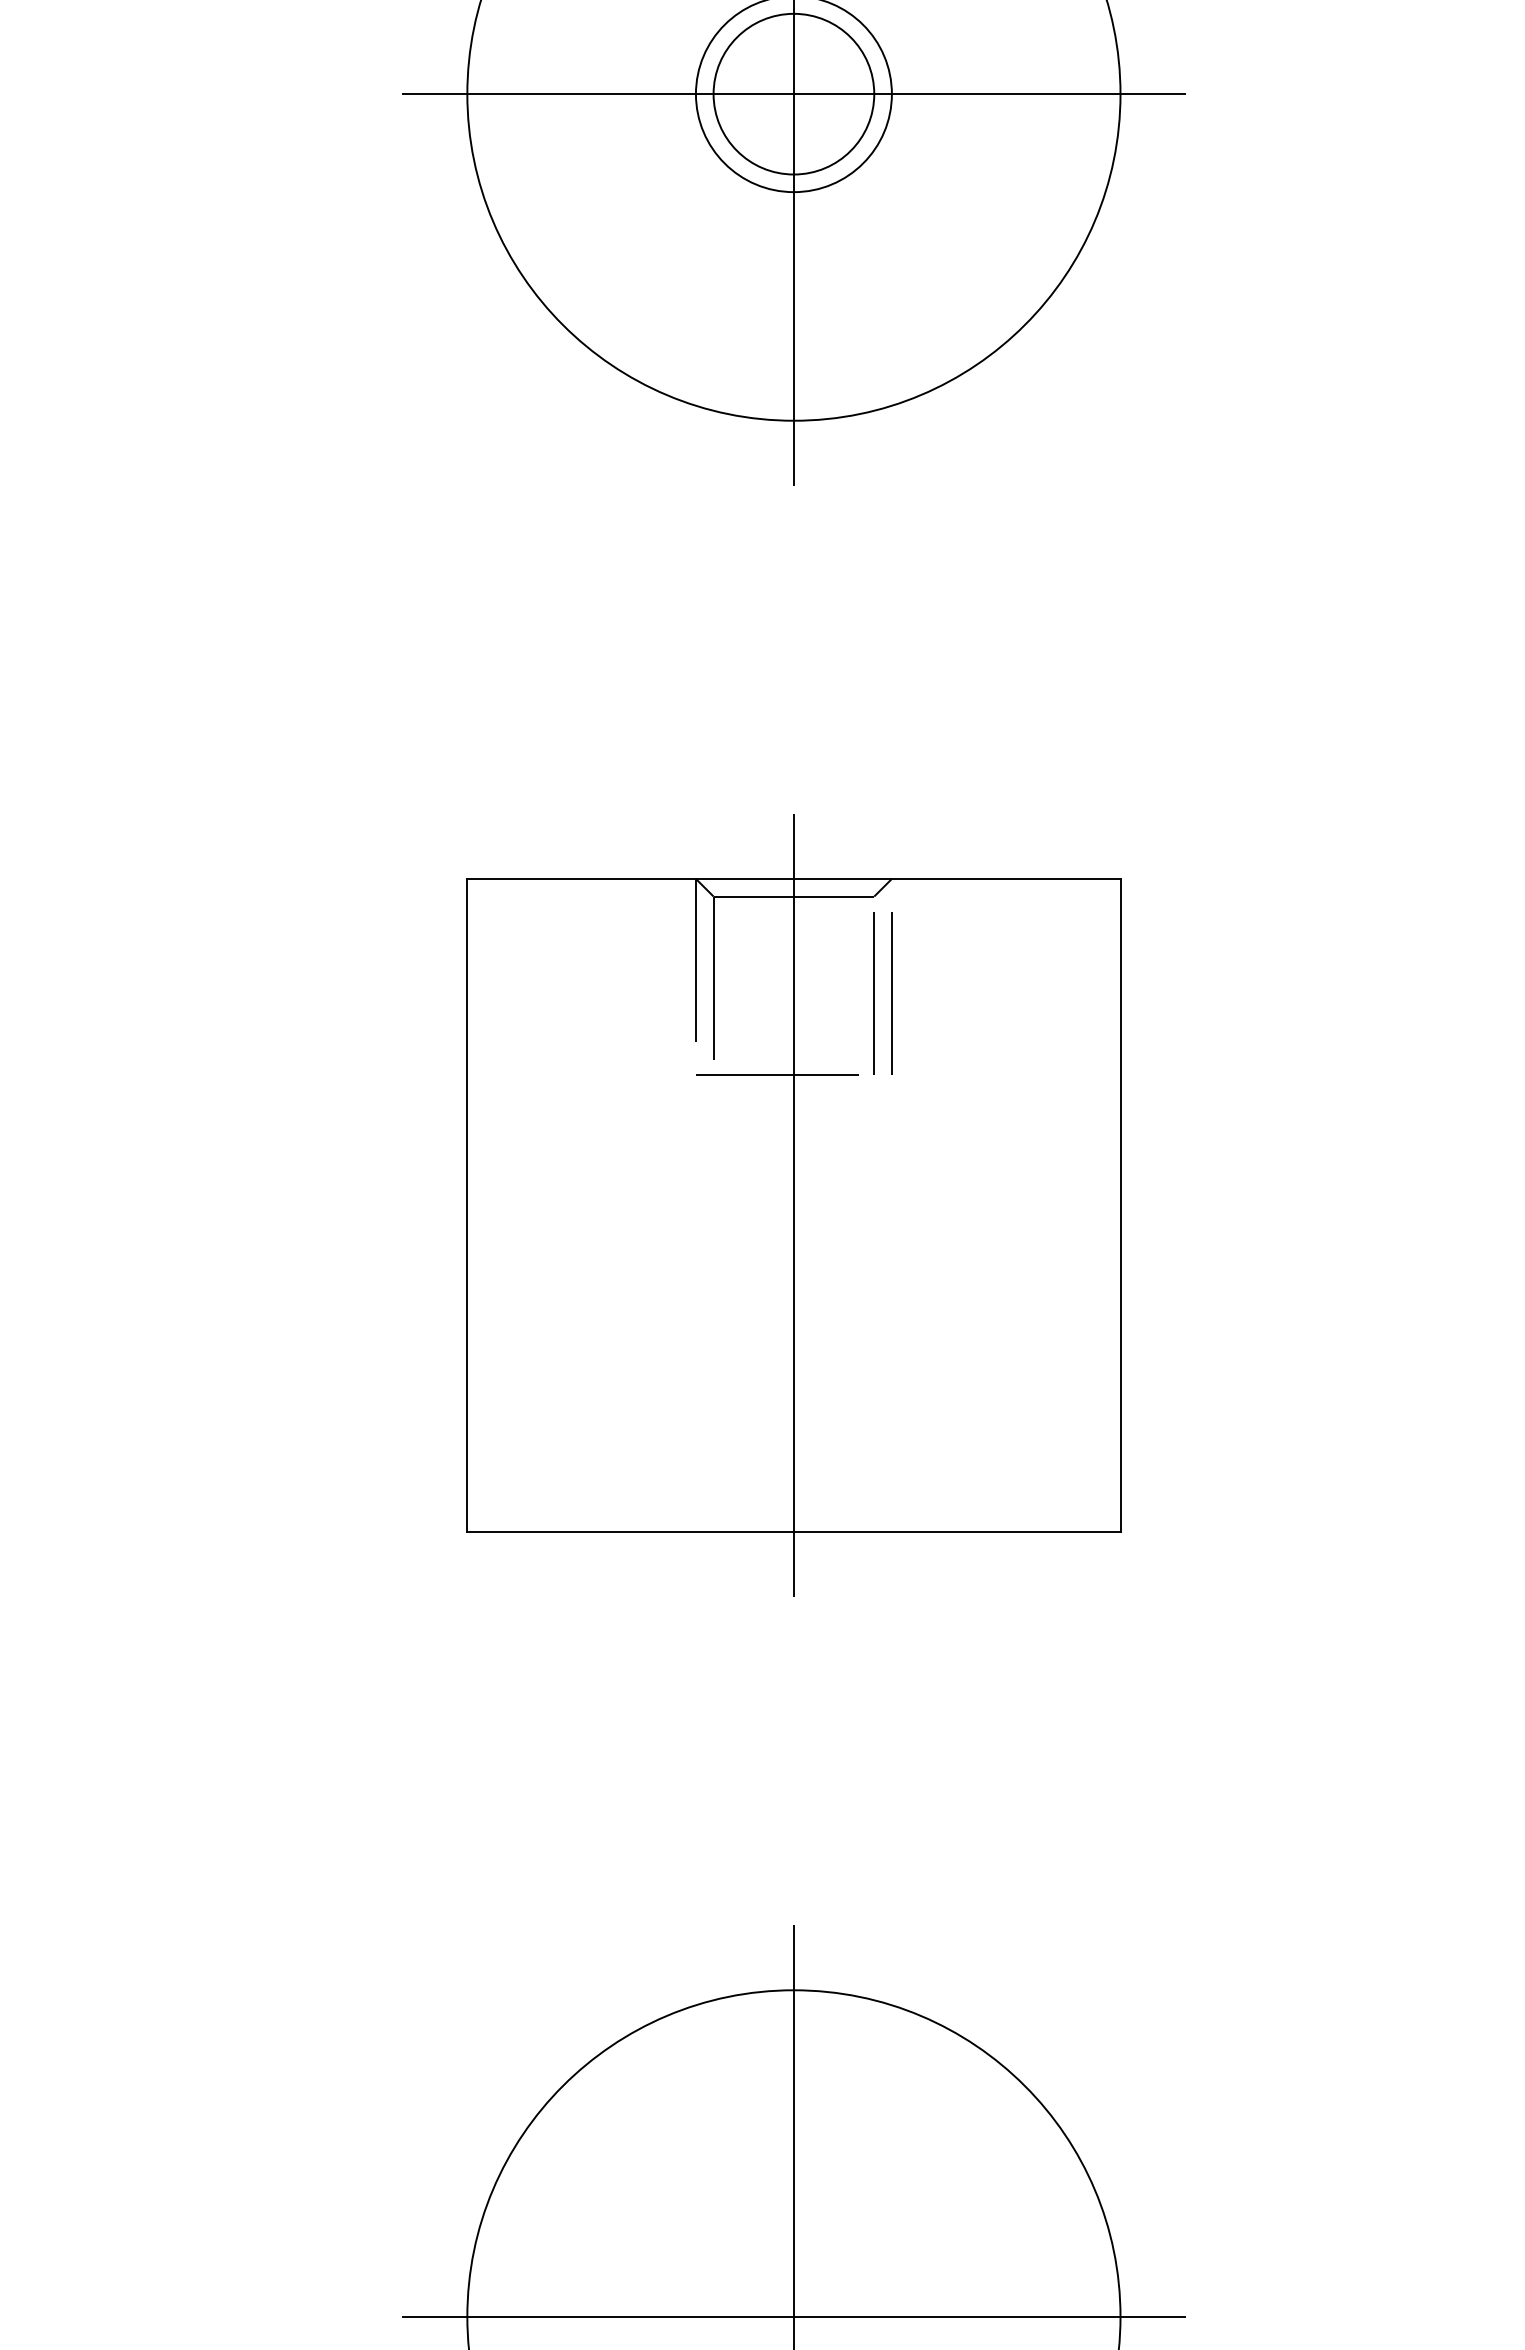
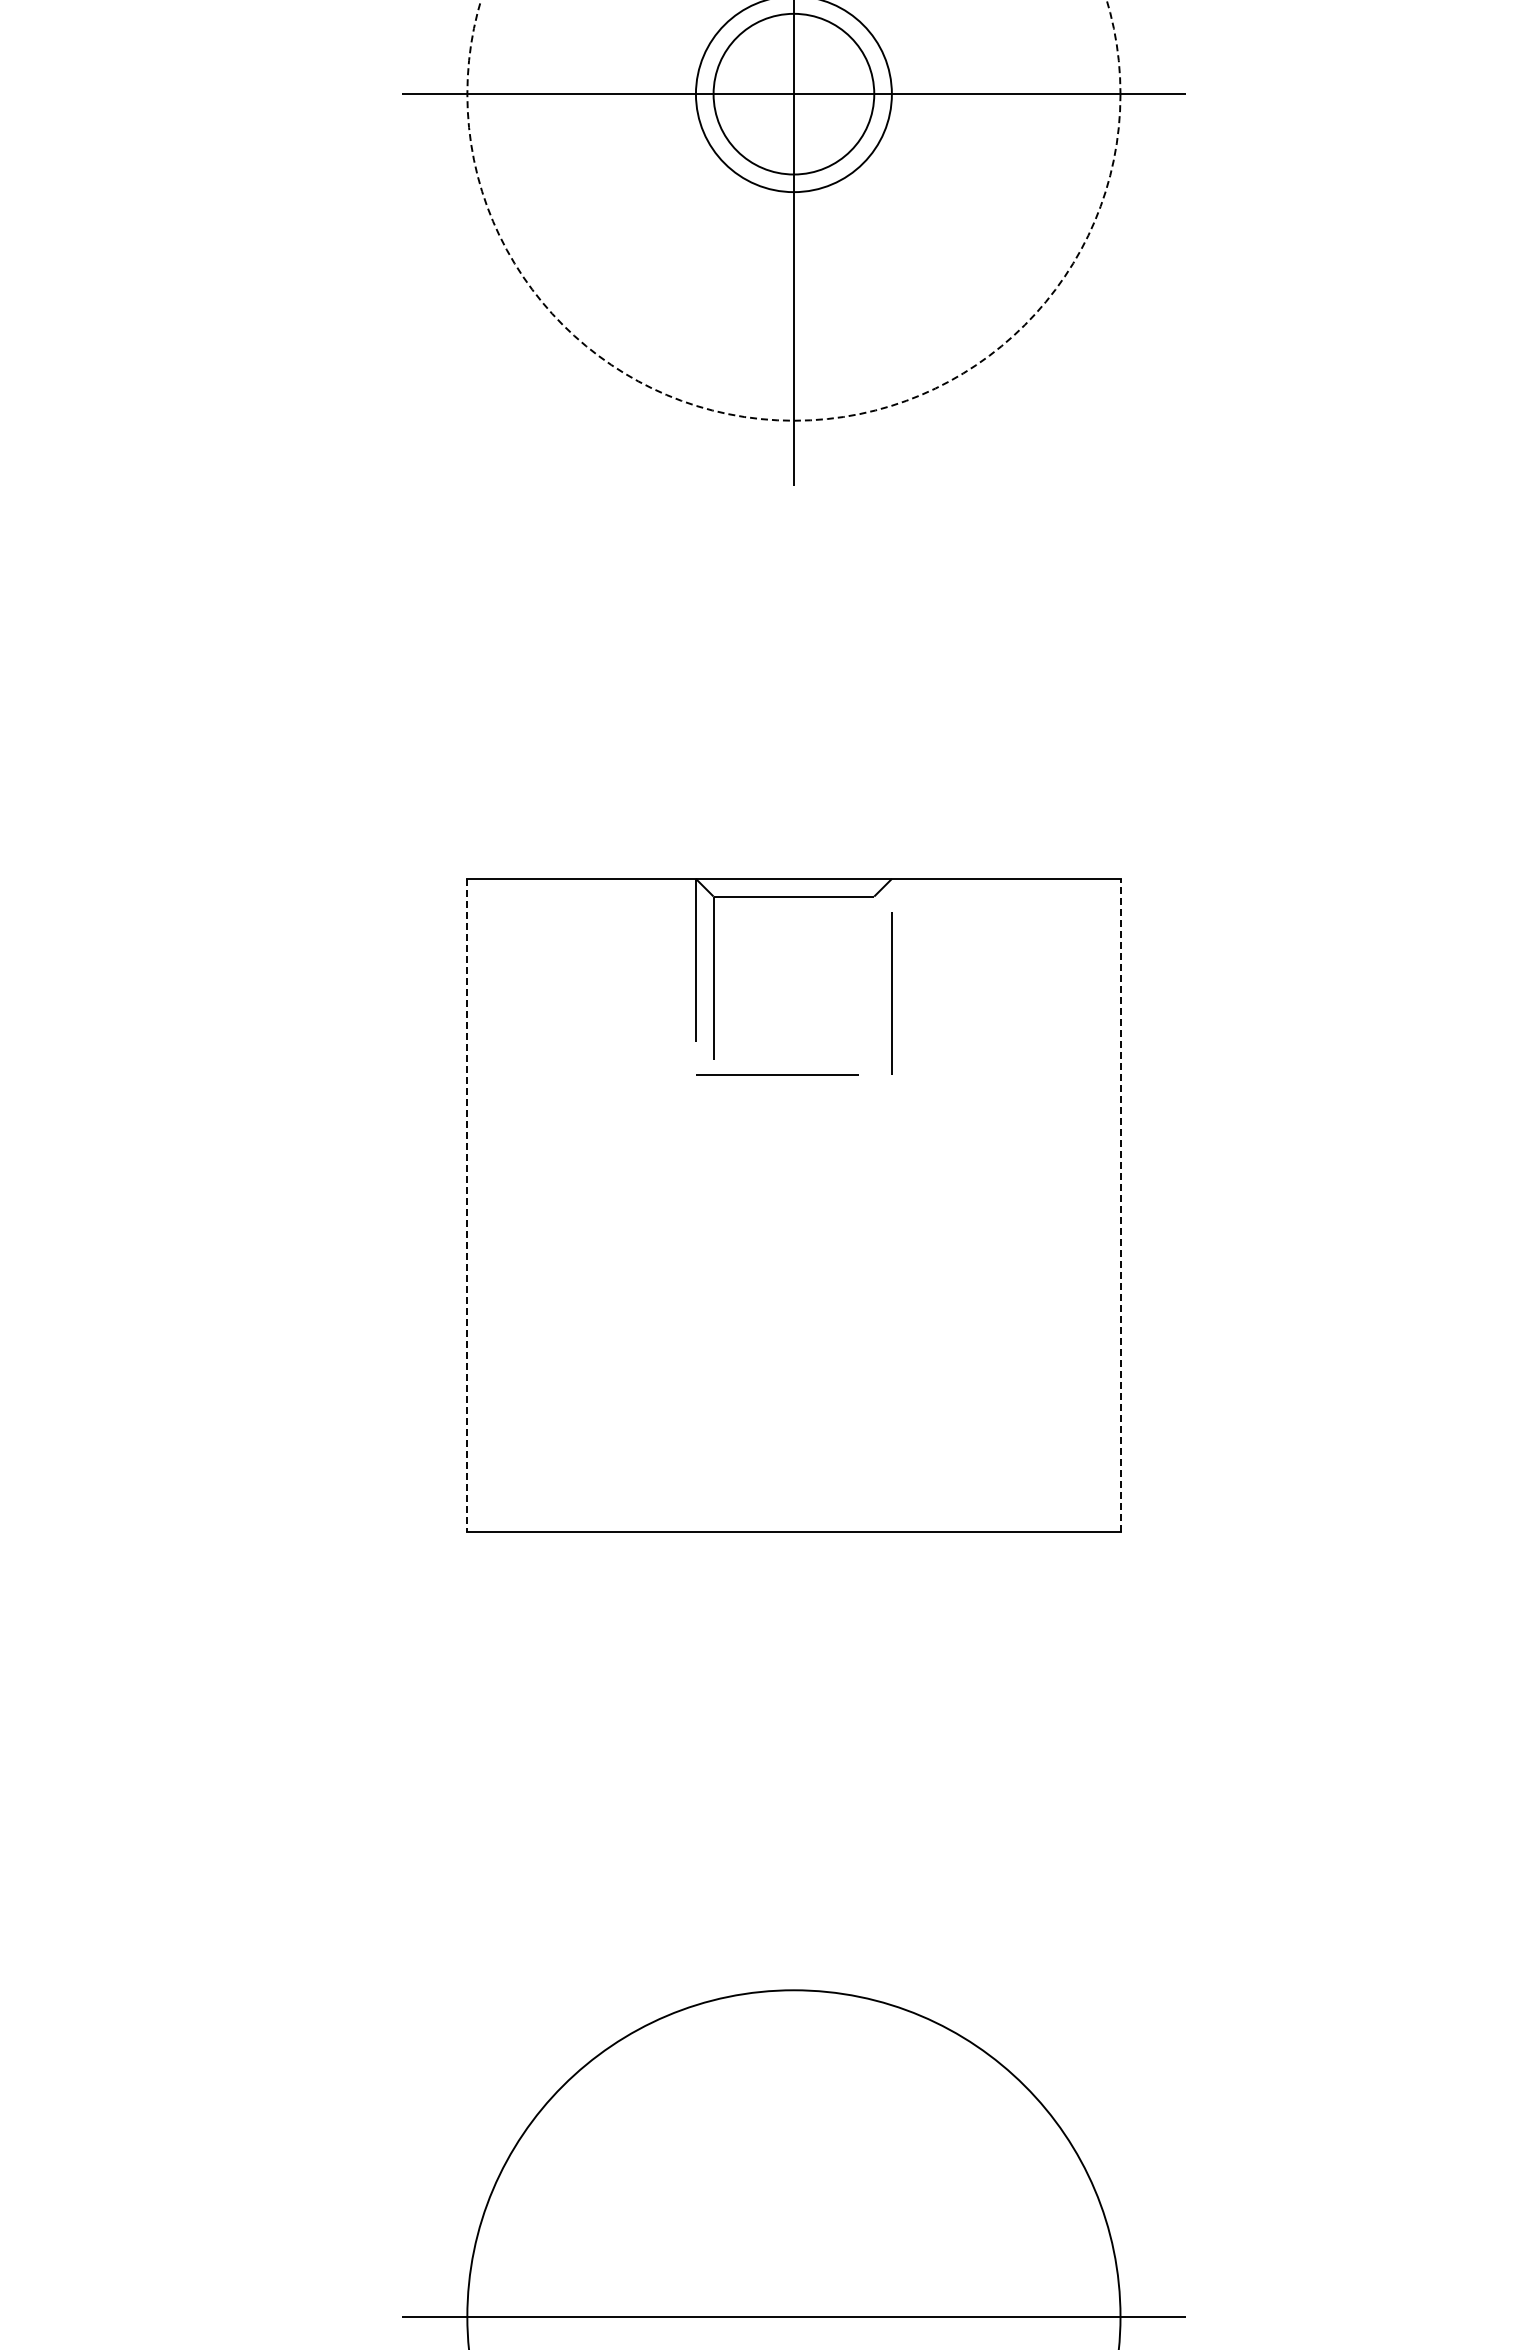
circle at (793, 210): solid -> dashed
line at (873, 993): present -> none
line at (467, 1205): solid -> dashed
line at (793, 1205): present -> none
line at (1120, 1205): solid -> dashed
line at (793, 2135): present -> none
